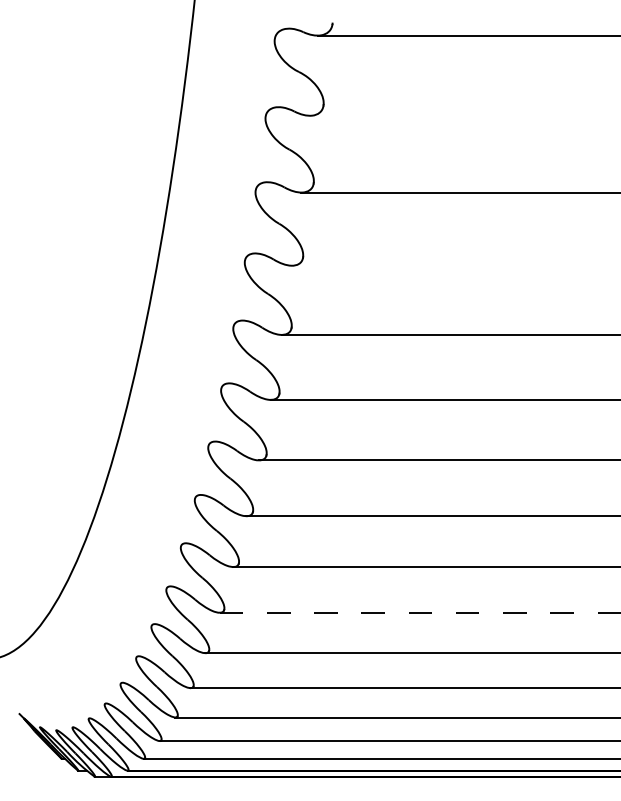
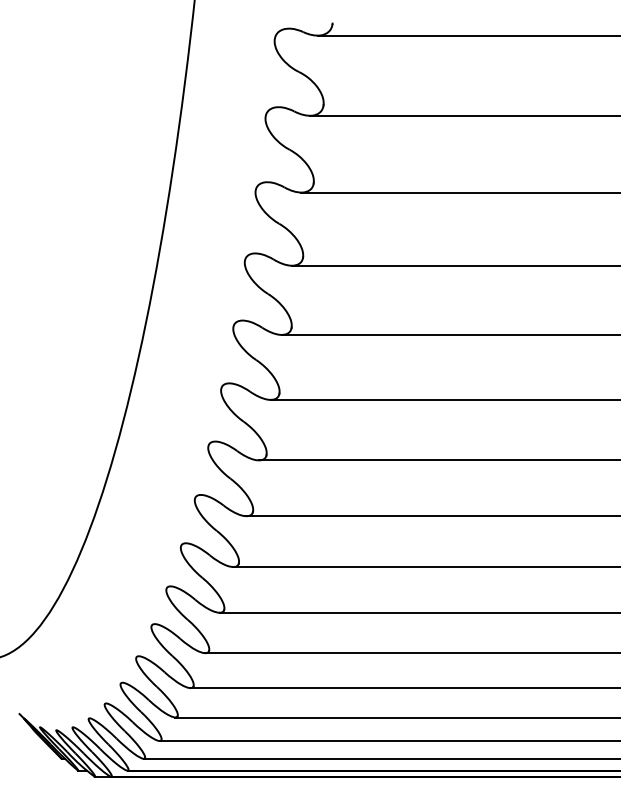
line at (463, 115): none -> present
line at (454, 265): none -> present
line at (420, 612): dashed -> solid
